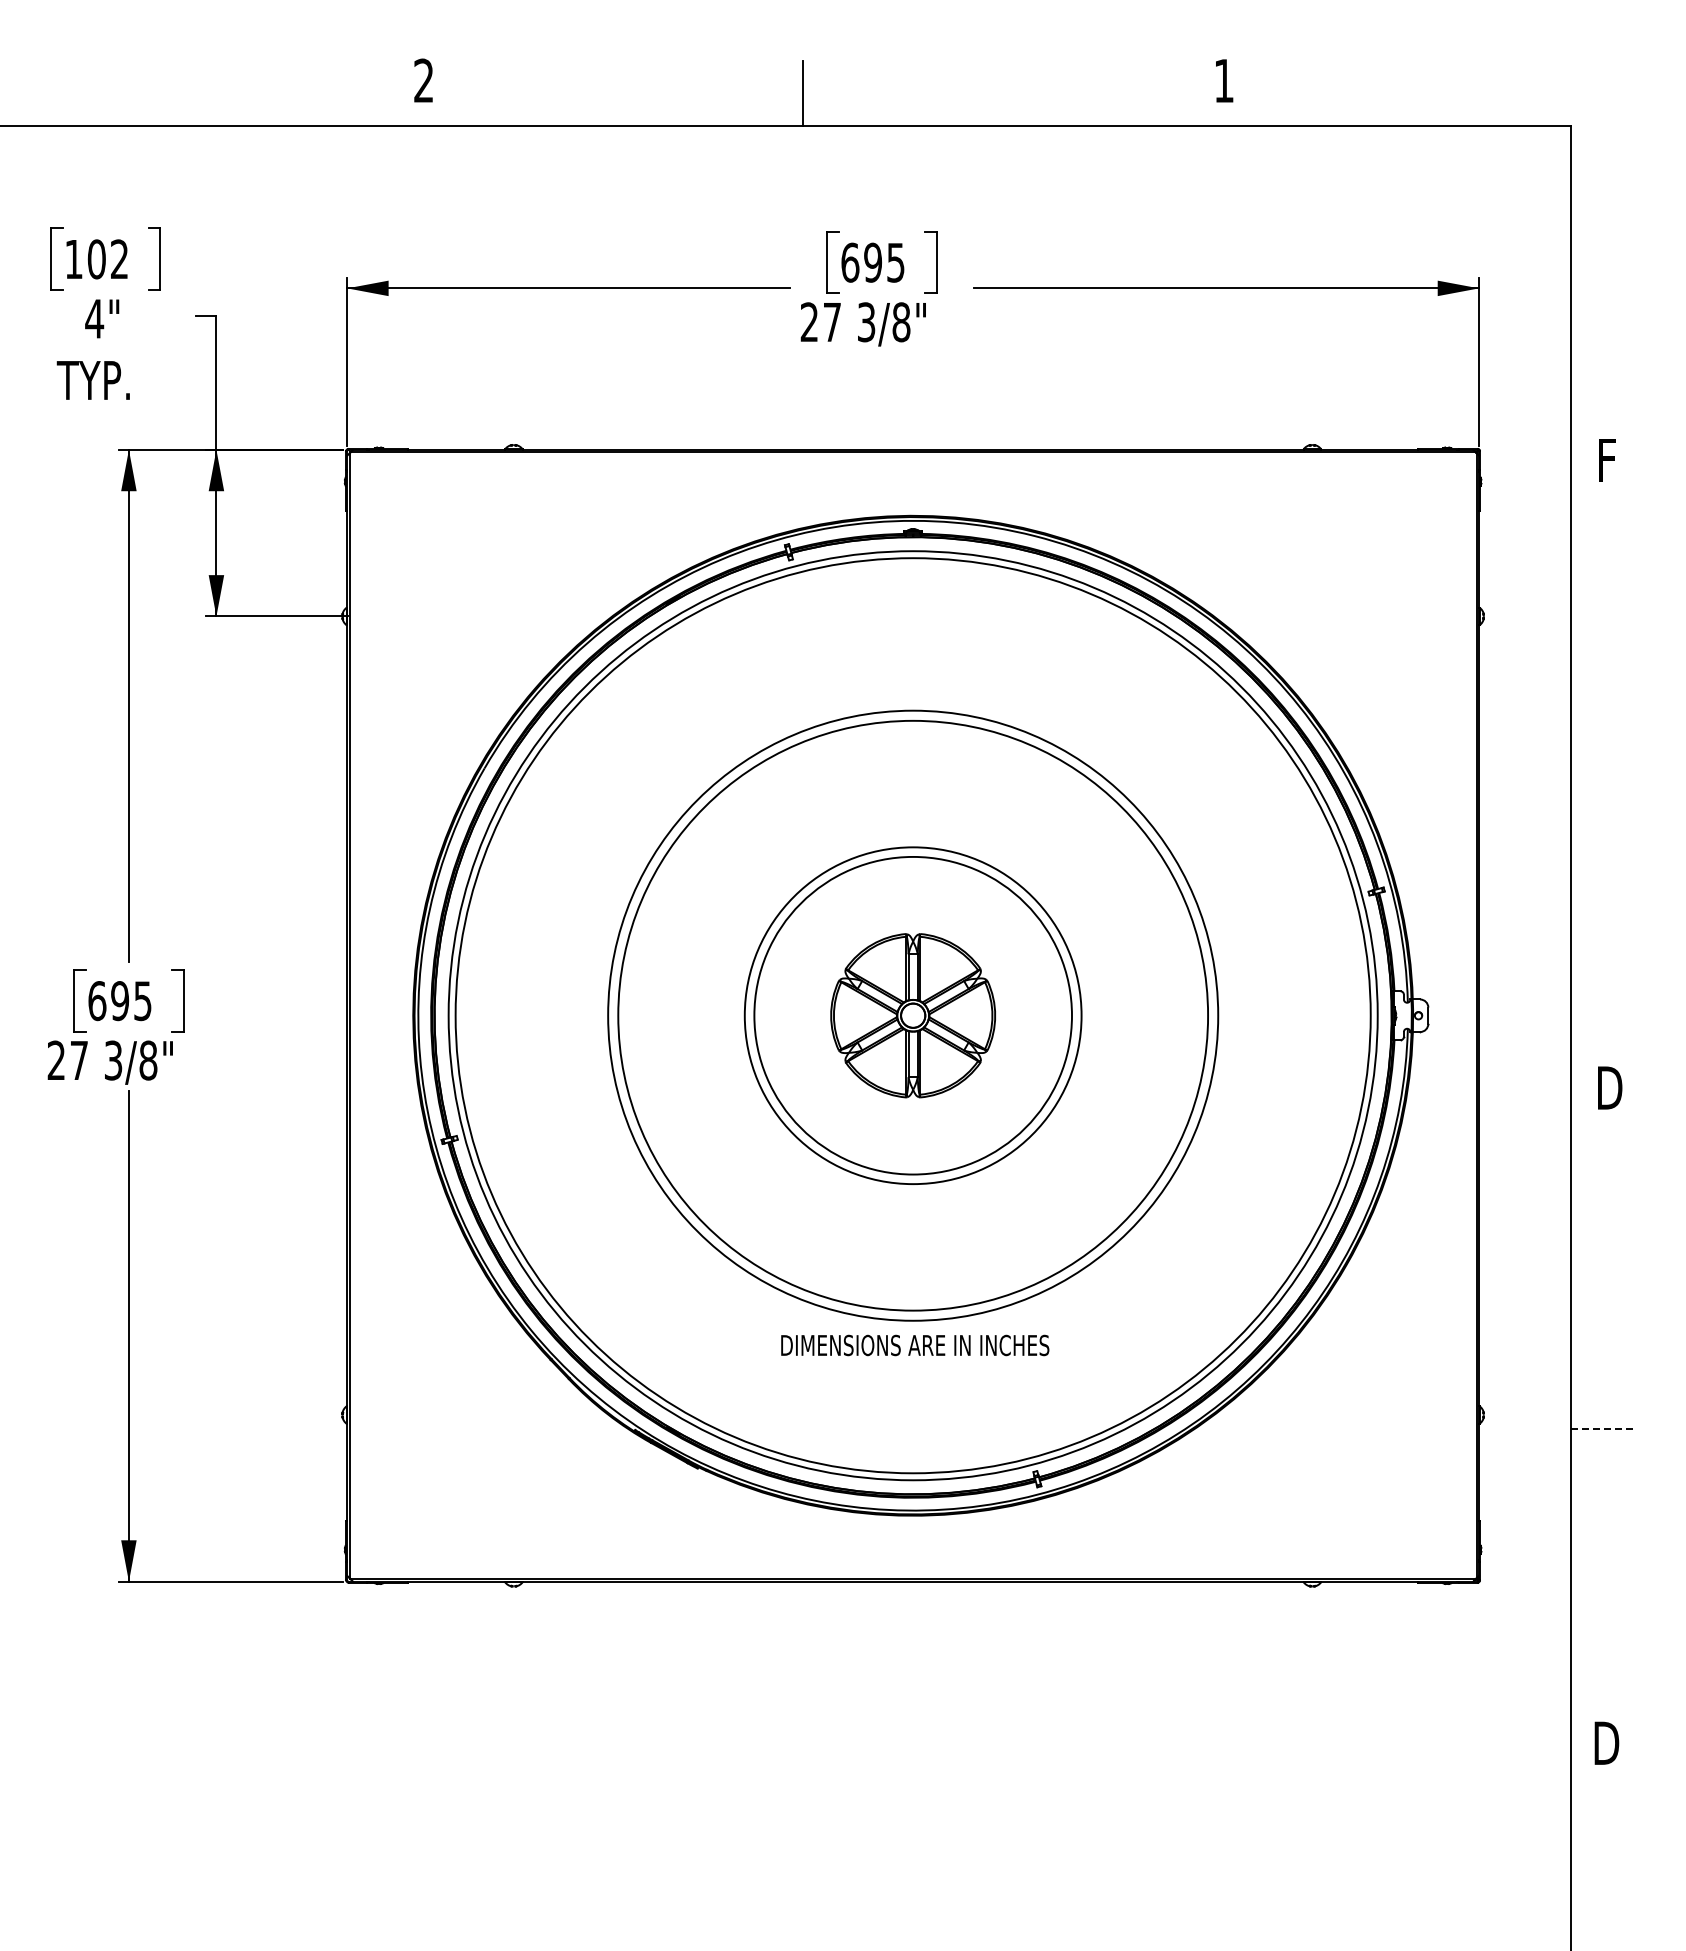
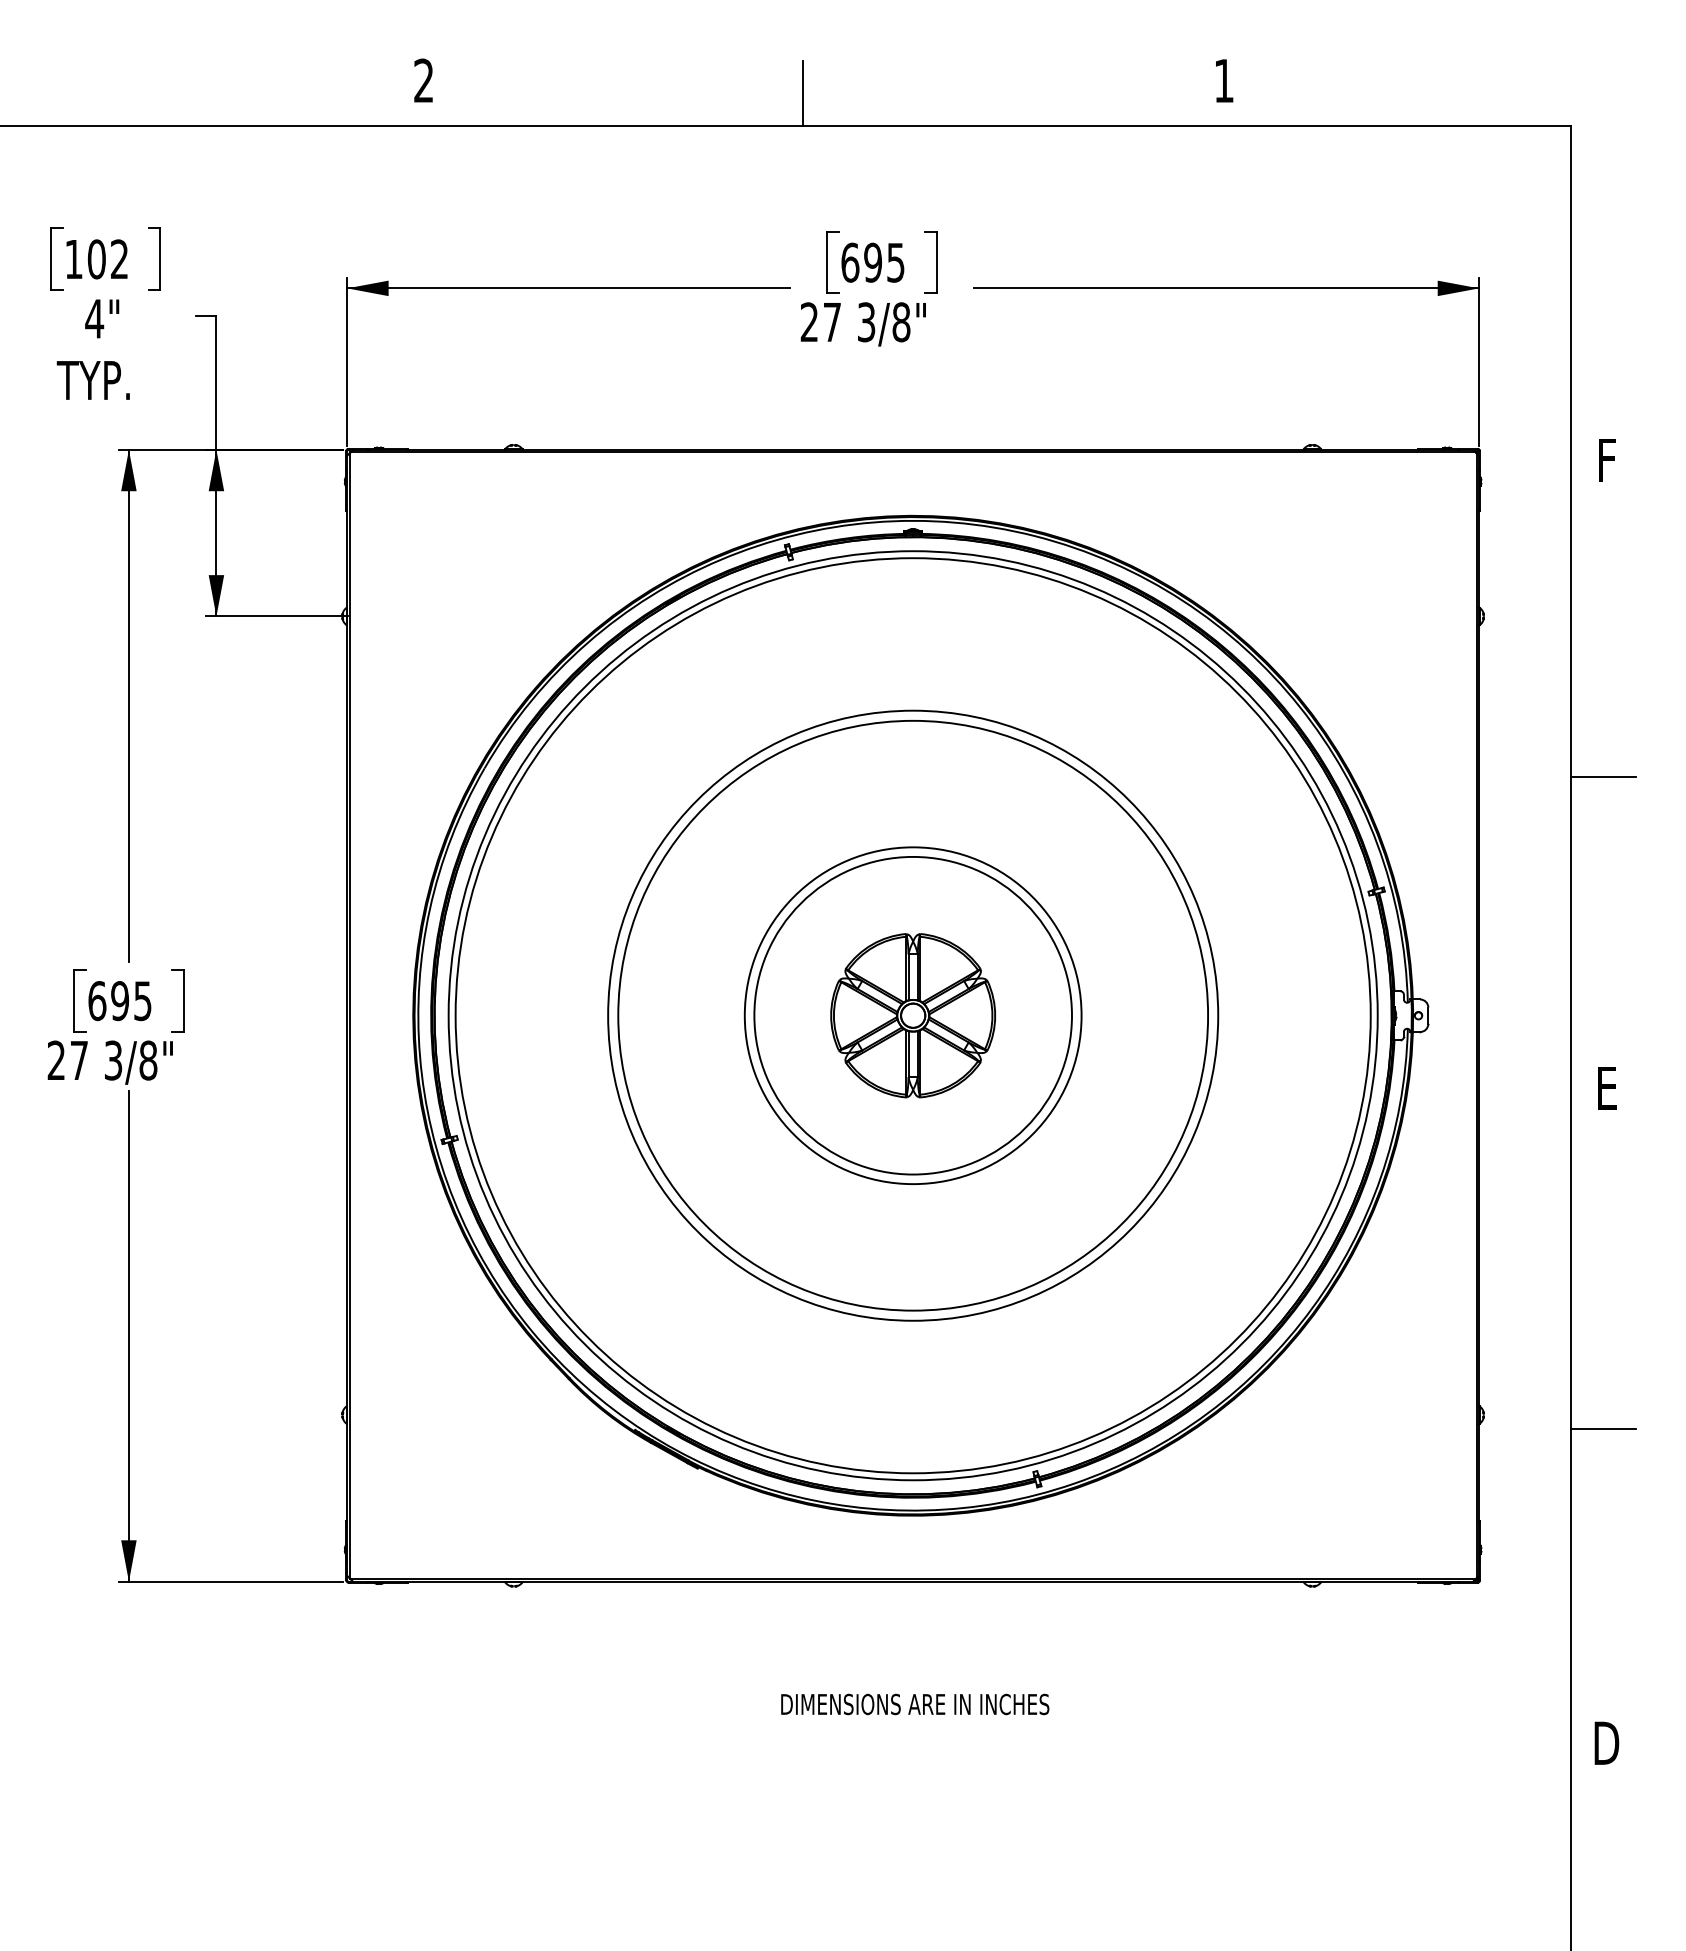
line at (1602, 777): none -> present
text at (1610, 1087): D -> E
text at (915, 1345) position: (915, 1345) -> (915, 1704)
line at (1603, 1428): dashed -> solid
